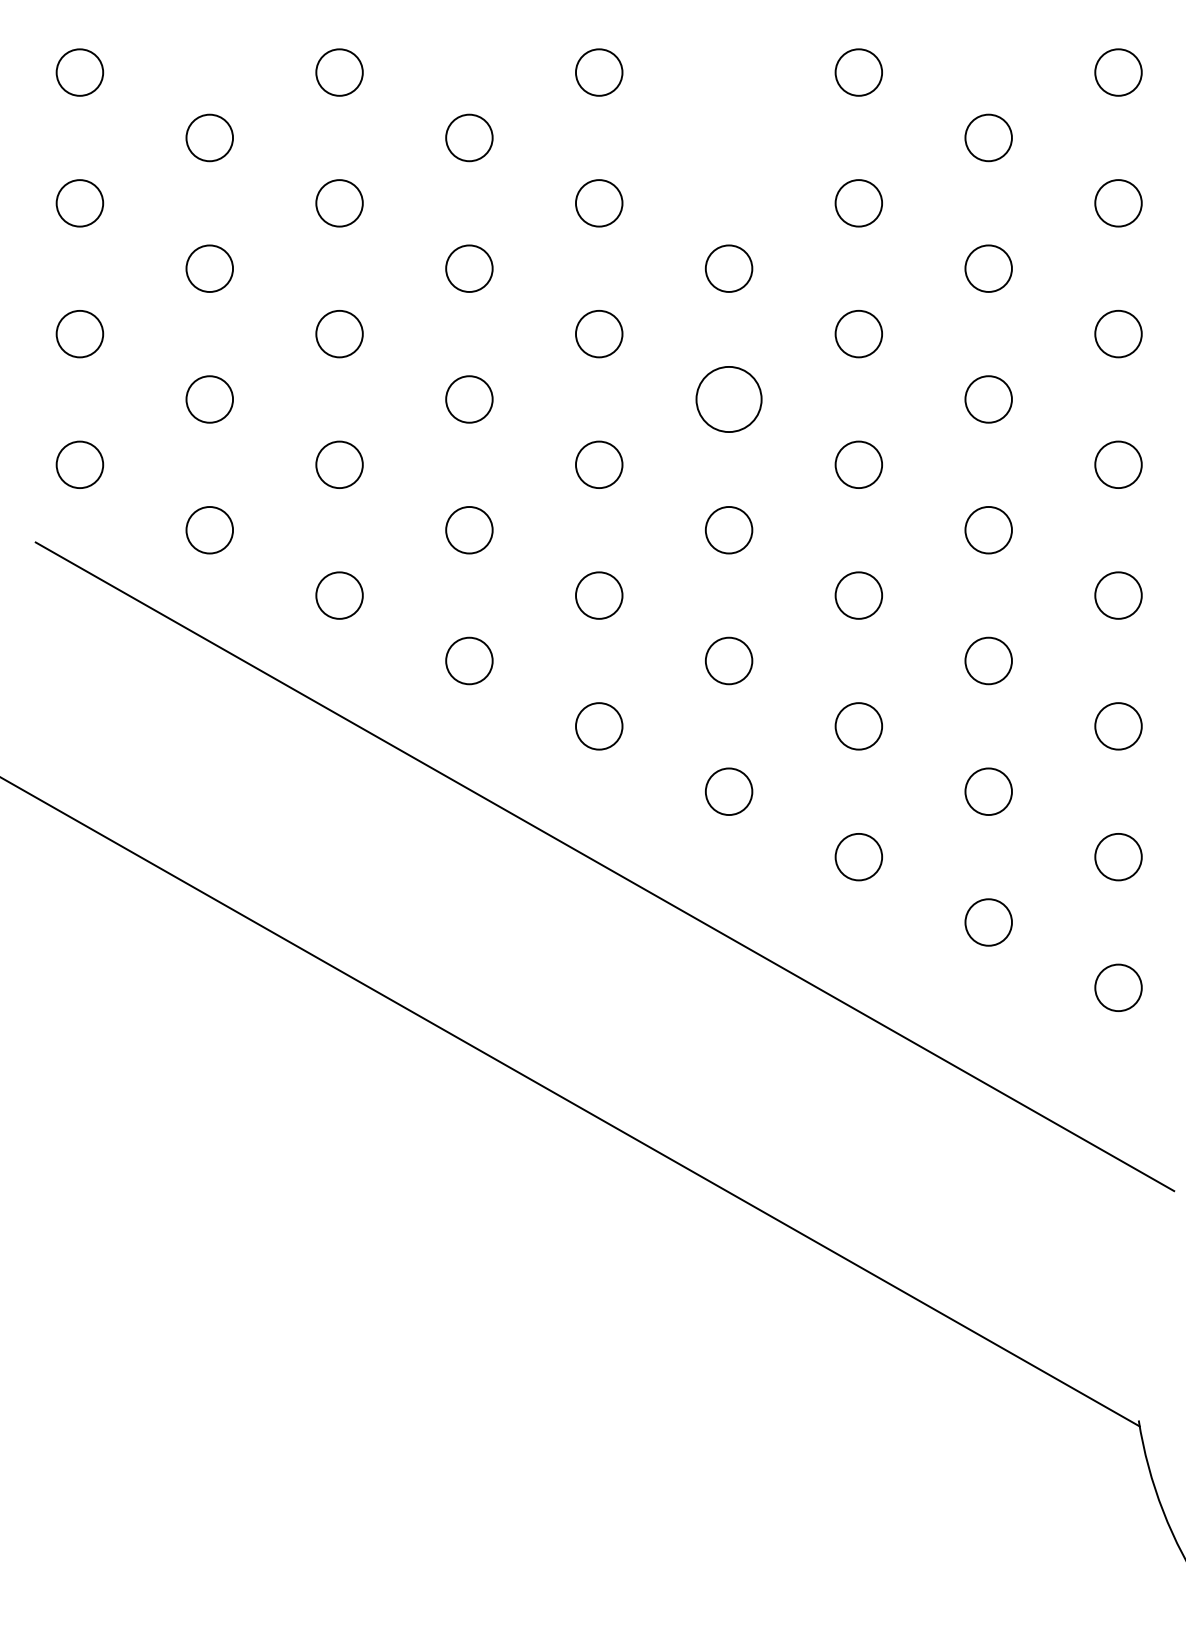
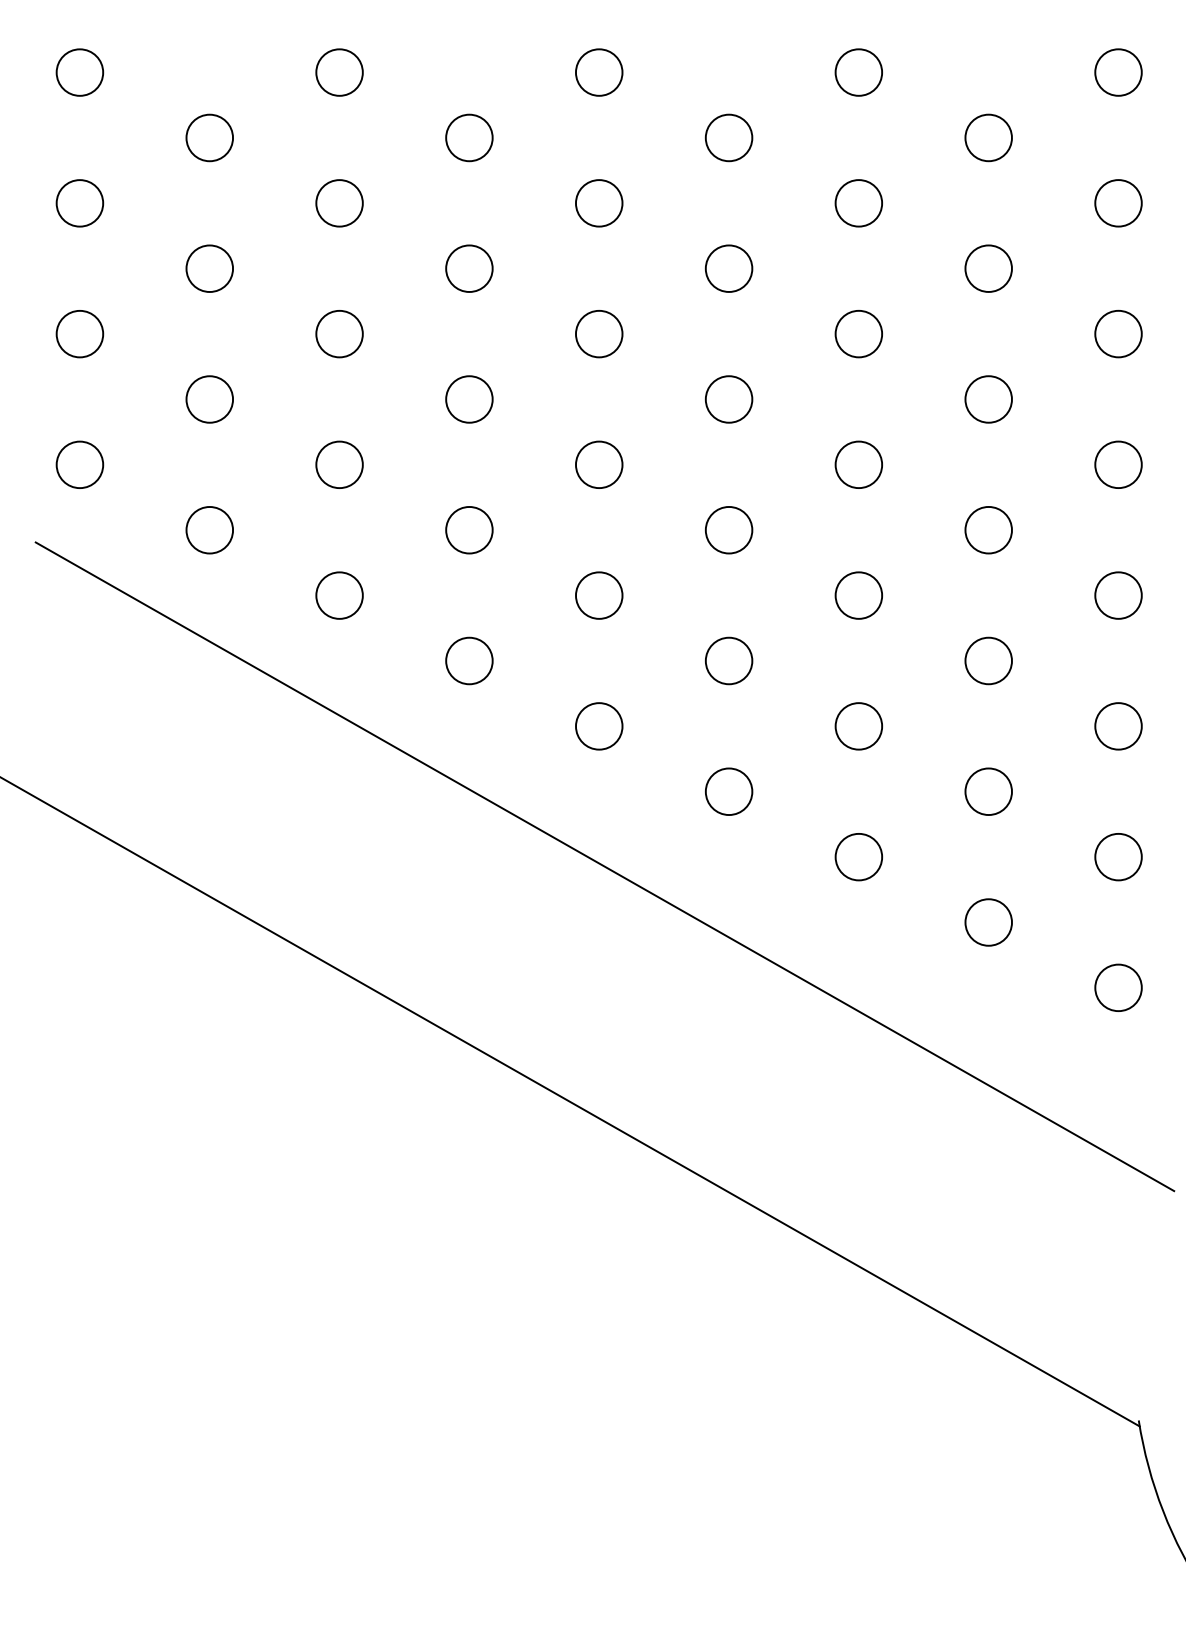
circle at (728, 137): none -> present
circle at (728, 399) diameter: 65 px -> 47 px
